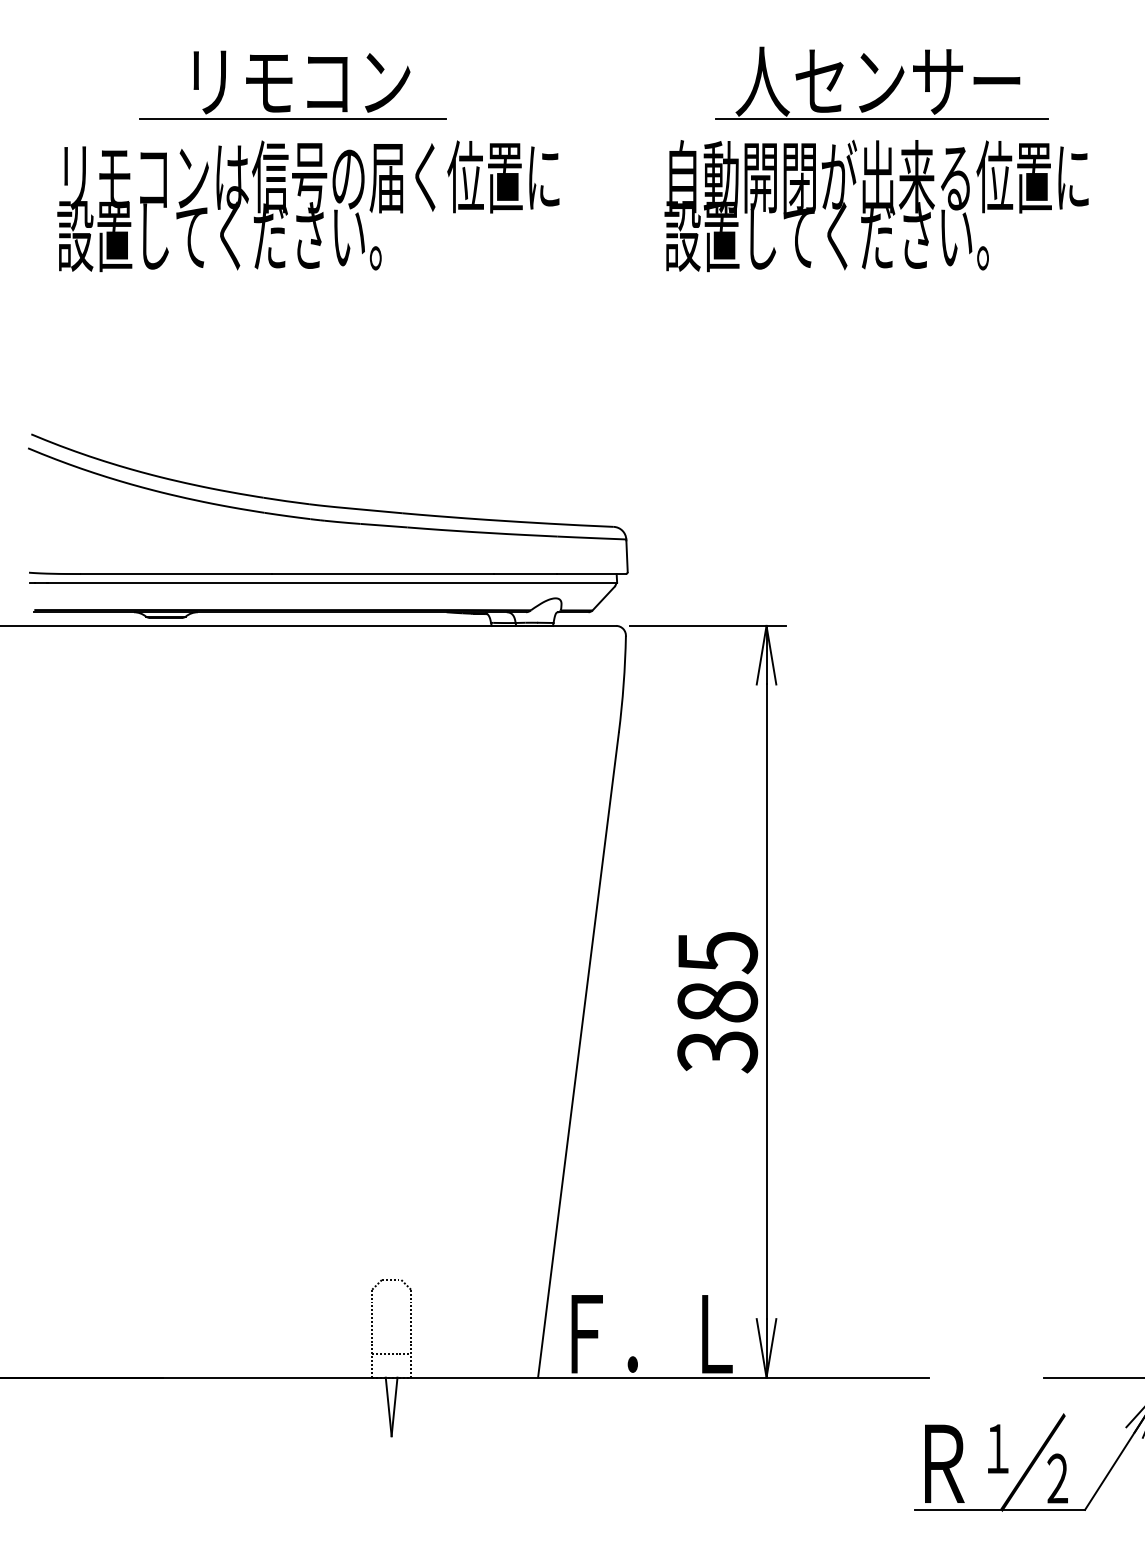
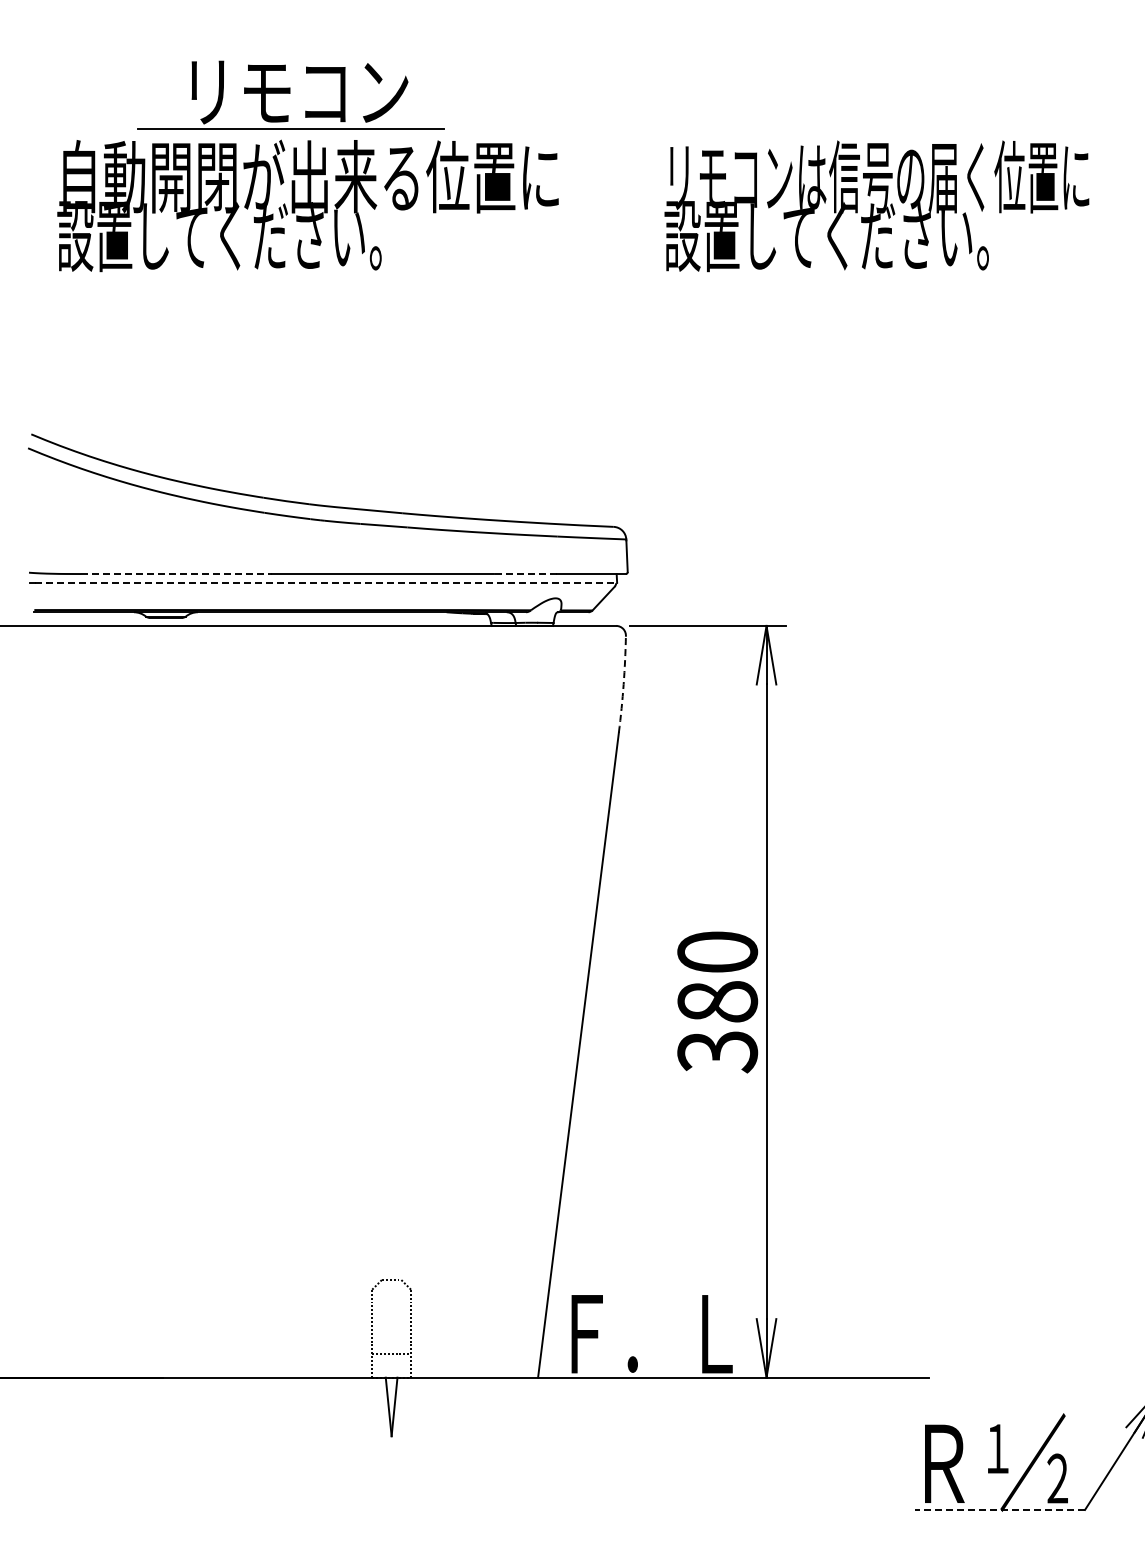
part at (292, 84) position: (292, 84) -> (290, 94)
part at (889, 86): present -> none
text at (311, 176): リモコンは信号の届く位置に -> 自動開閉が出来る位置に
text at (879, 176): 自動開閉が出来る位置に -> リモコンは信号の届く位置に
line at (176, 574): solid -> dashed
line at (525, 574): solid -> dashed
line at (325, 583): solid -> dashed
arc at (623, 684): solid -> dashed
text at (717, 952): 385 -> 380
line at (1092, 1377): present -> none
line at (1000, 1509): solid -> dashed
